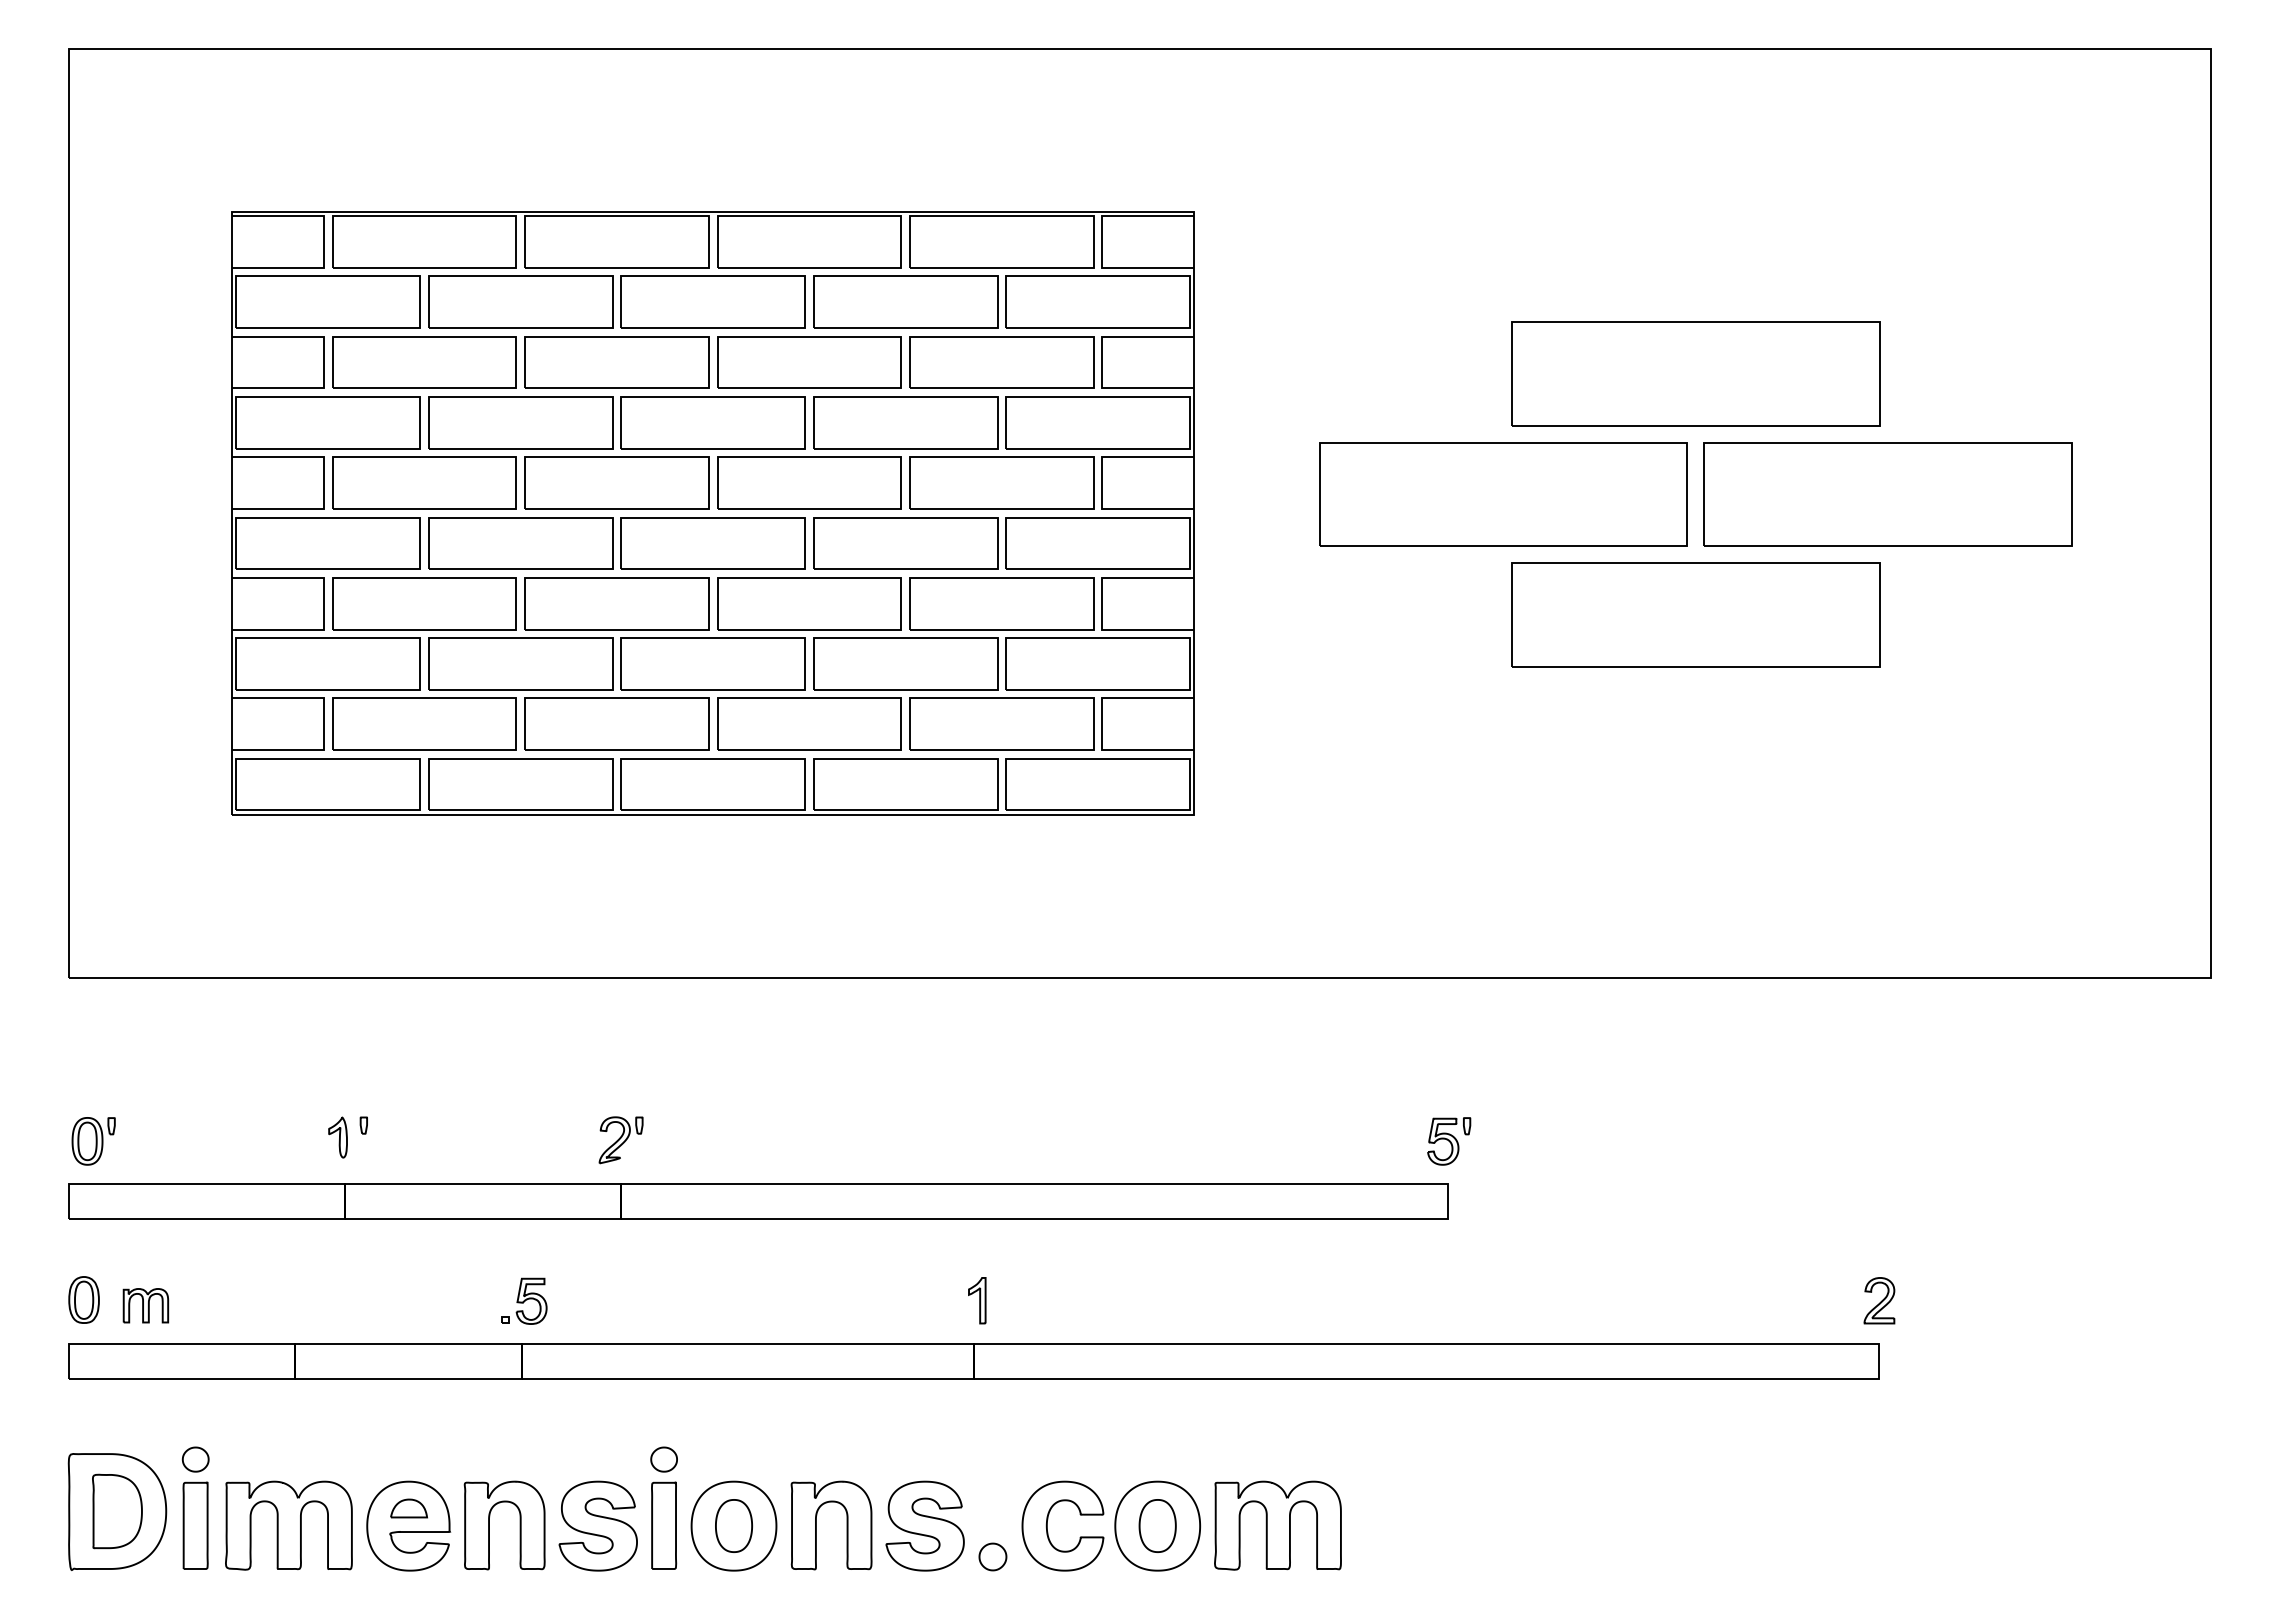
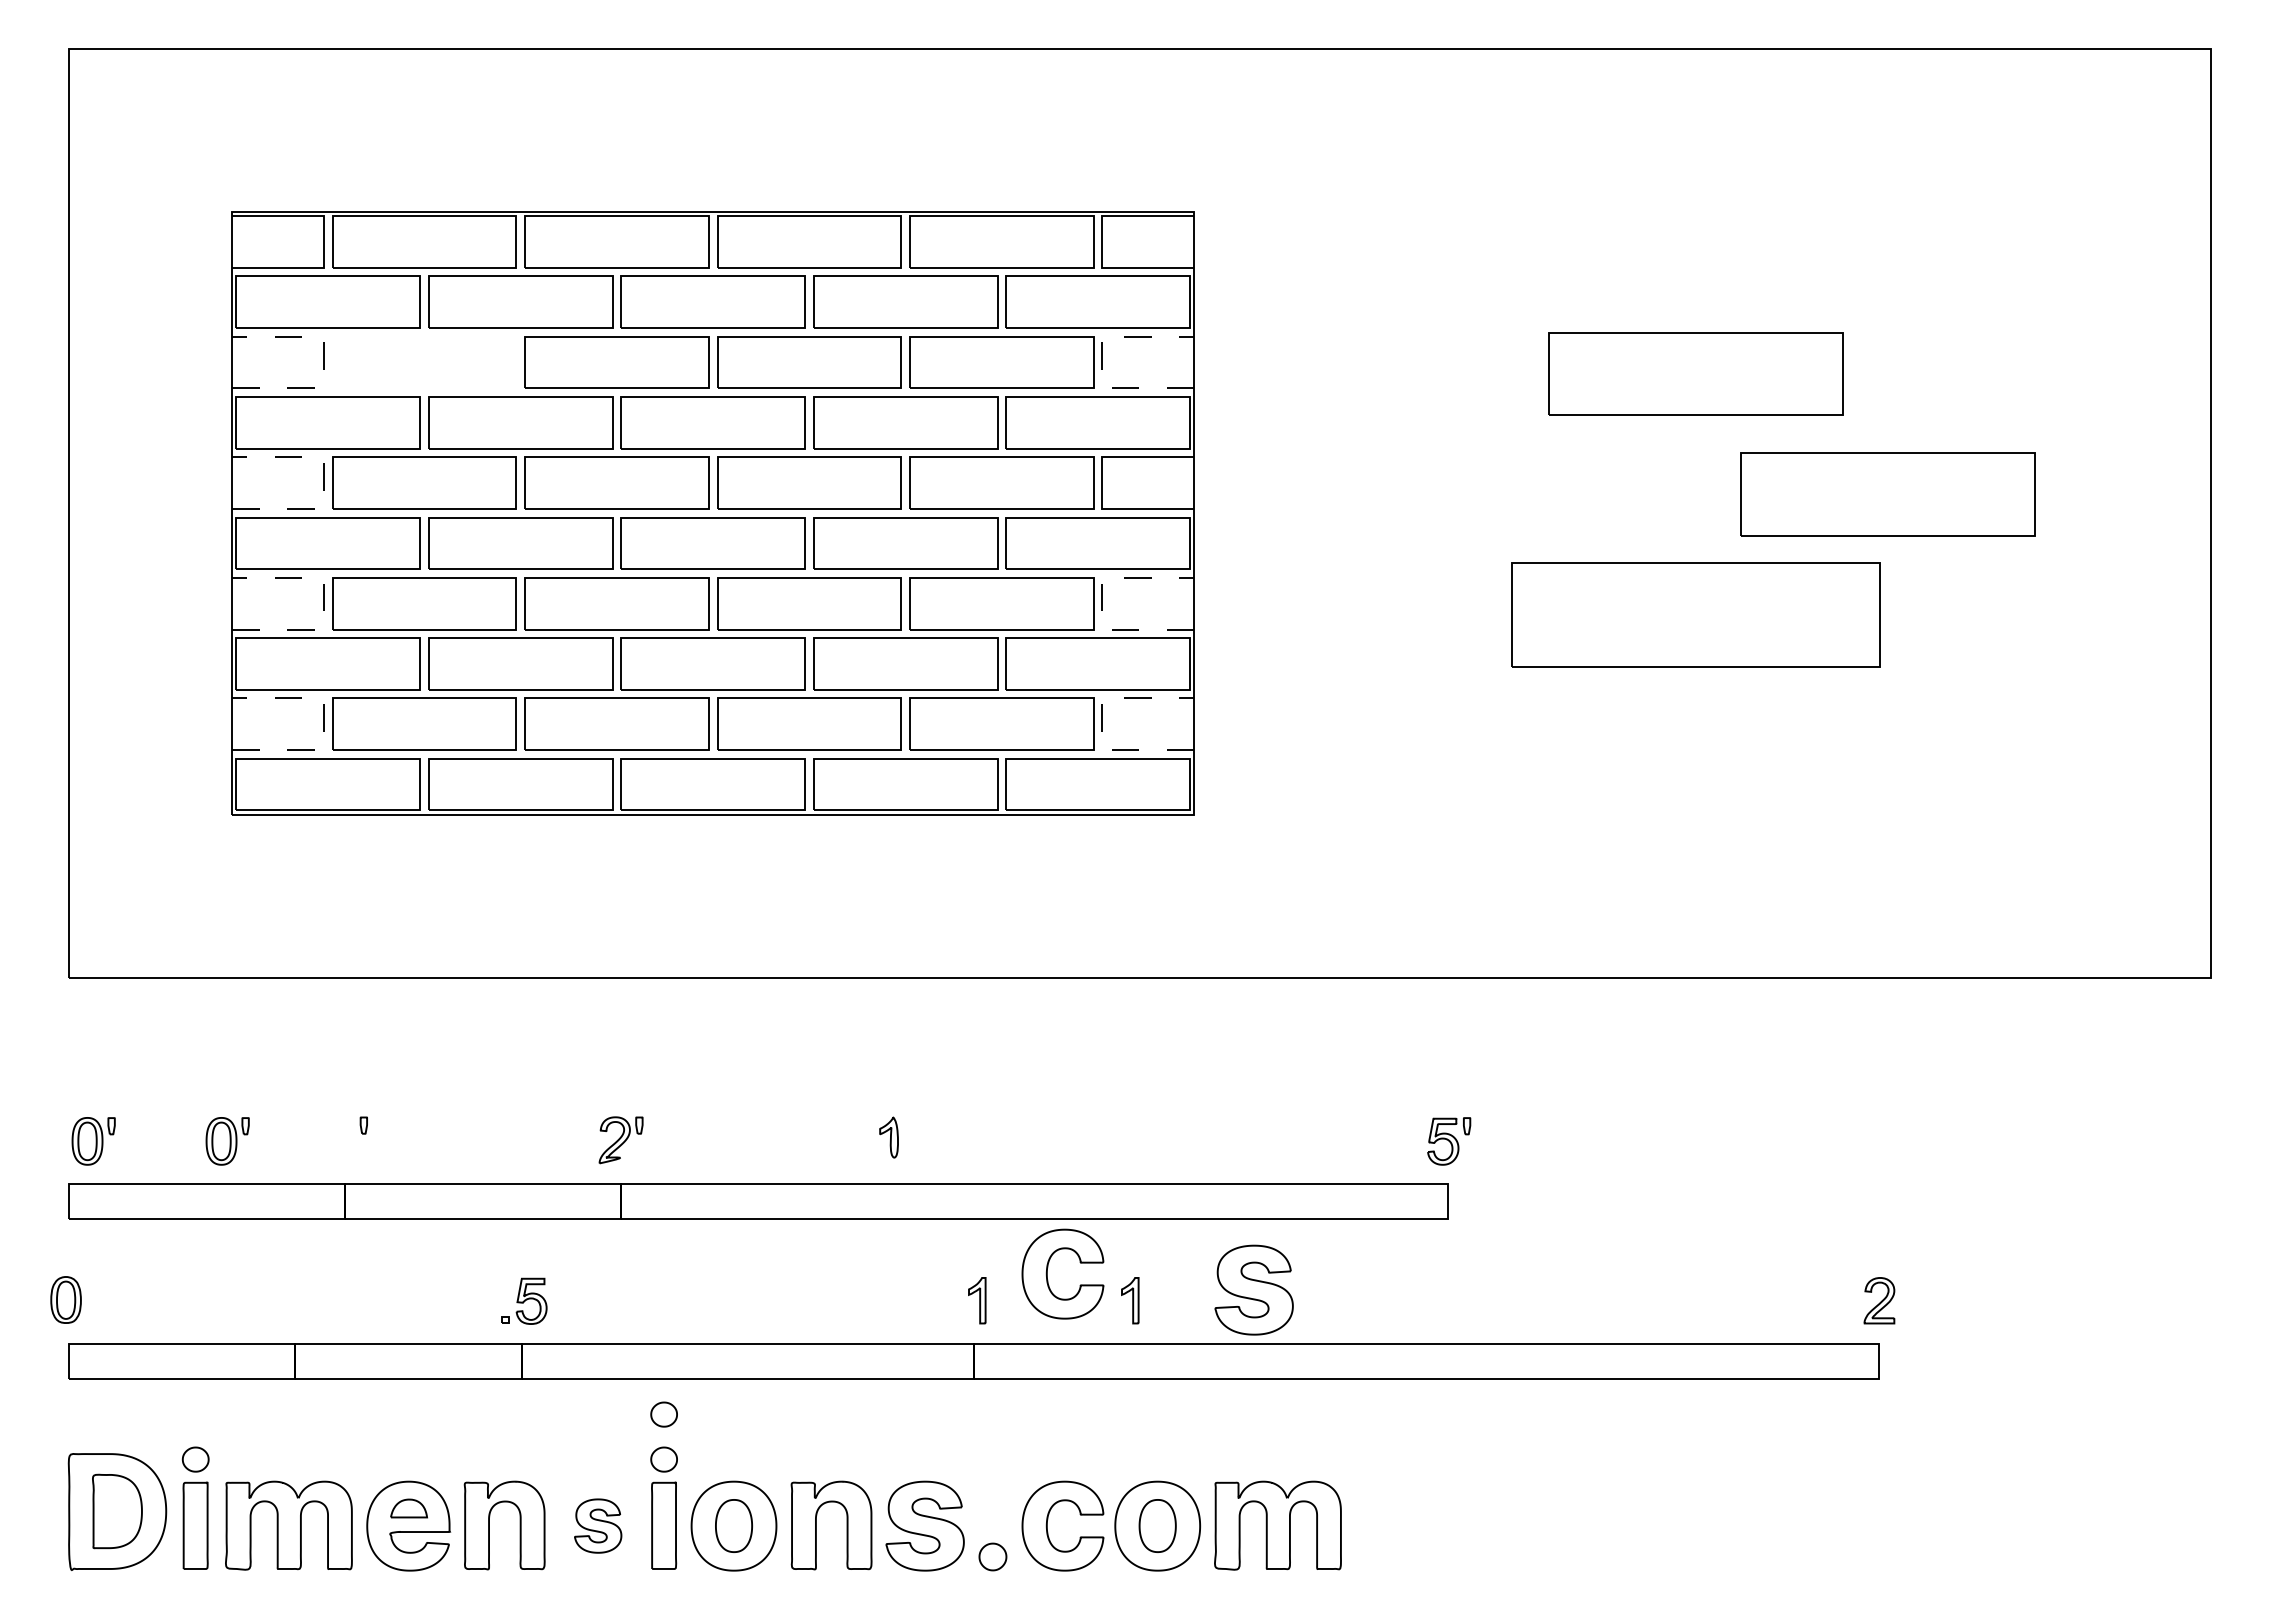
line at (324, 362): solid -> dashed
part at (424, 362): present -> none
line at (1102, 362): solid -> dashed
part at (1695, 373) size: 370x106 px -> 296x84 px
line at (324, 483): solid -> dashed
part at (1503, 494): present -> none
part at (1887, 494) size: 370x105 px -> 296x85 px
line at (324, 603): solid -> dashed
line at (1102, 603): solid -> dashed
line at (324, 724): solid -> dashed
line at (1102, 724): solid -> dashed
part at (337, 1137) position: (337, 1137) -> (888, 1137)
part at (227, 1141): none -> present
part at (1047, 1273): none -> present
part at (1253, 1289): none -> present
part at (83, 1299) position: (83, 1299) -> (65, 1299)
part at (1130, 1300): none -> present
part at (145, 1305): present -> none
part at (663, 1414): none -> present
part at (597, 1525) size: 80x92 px -> 49x56 px
